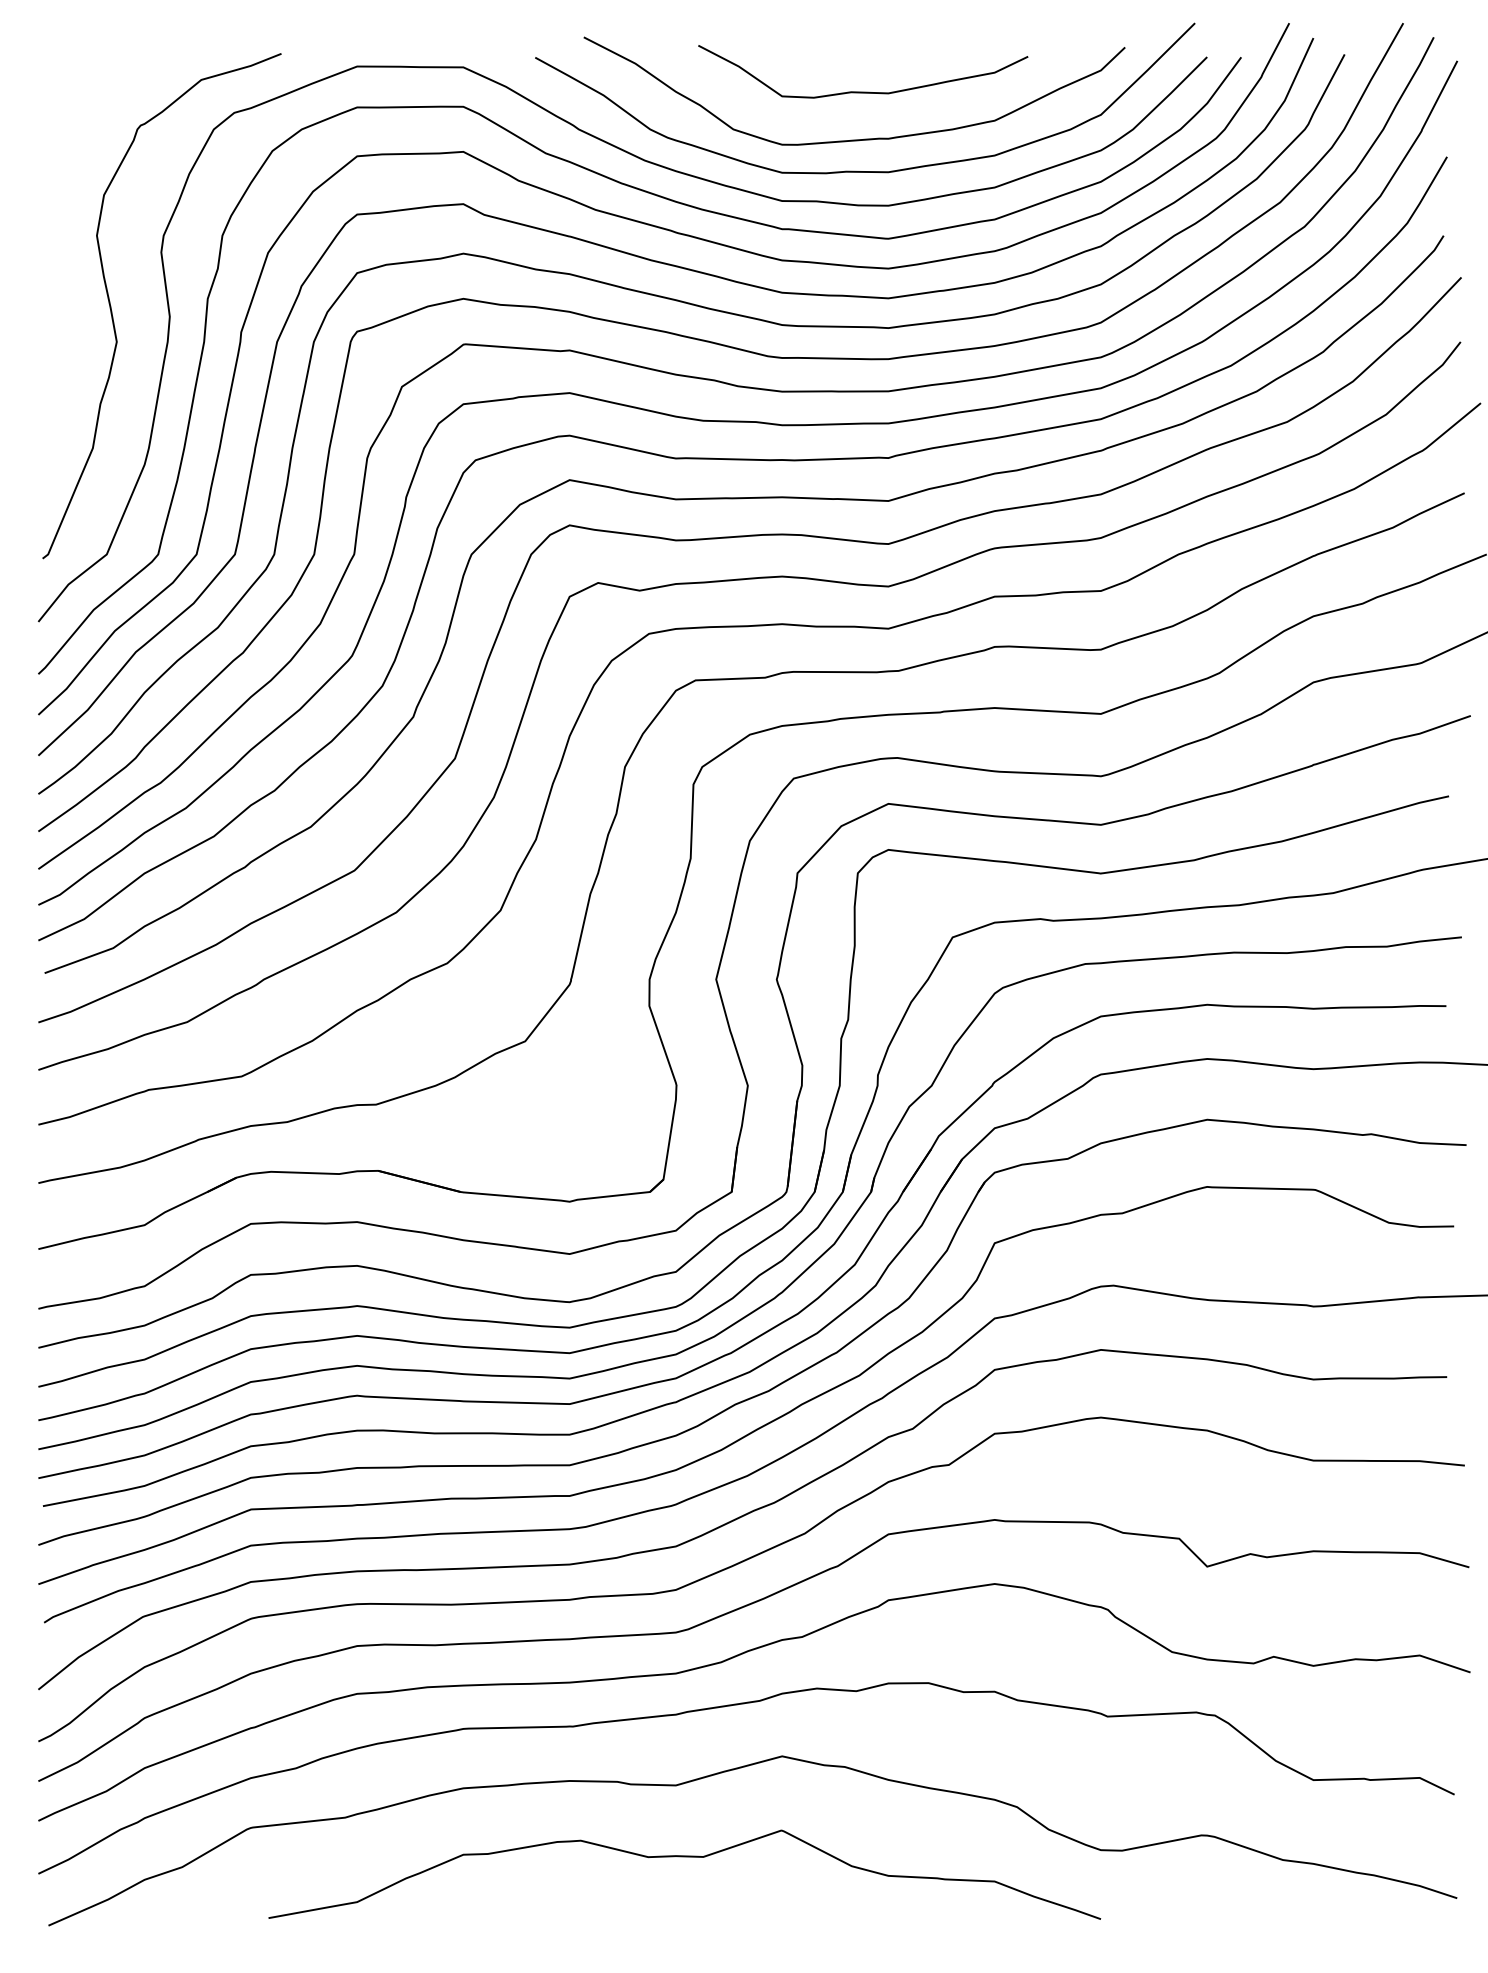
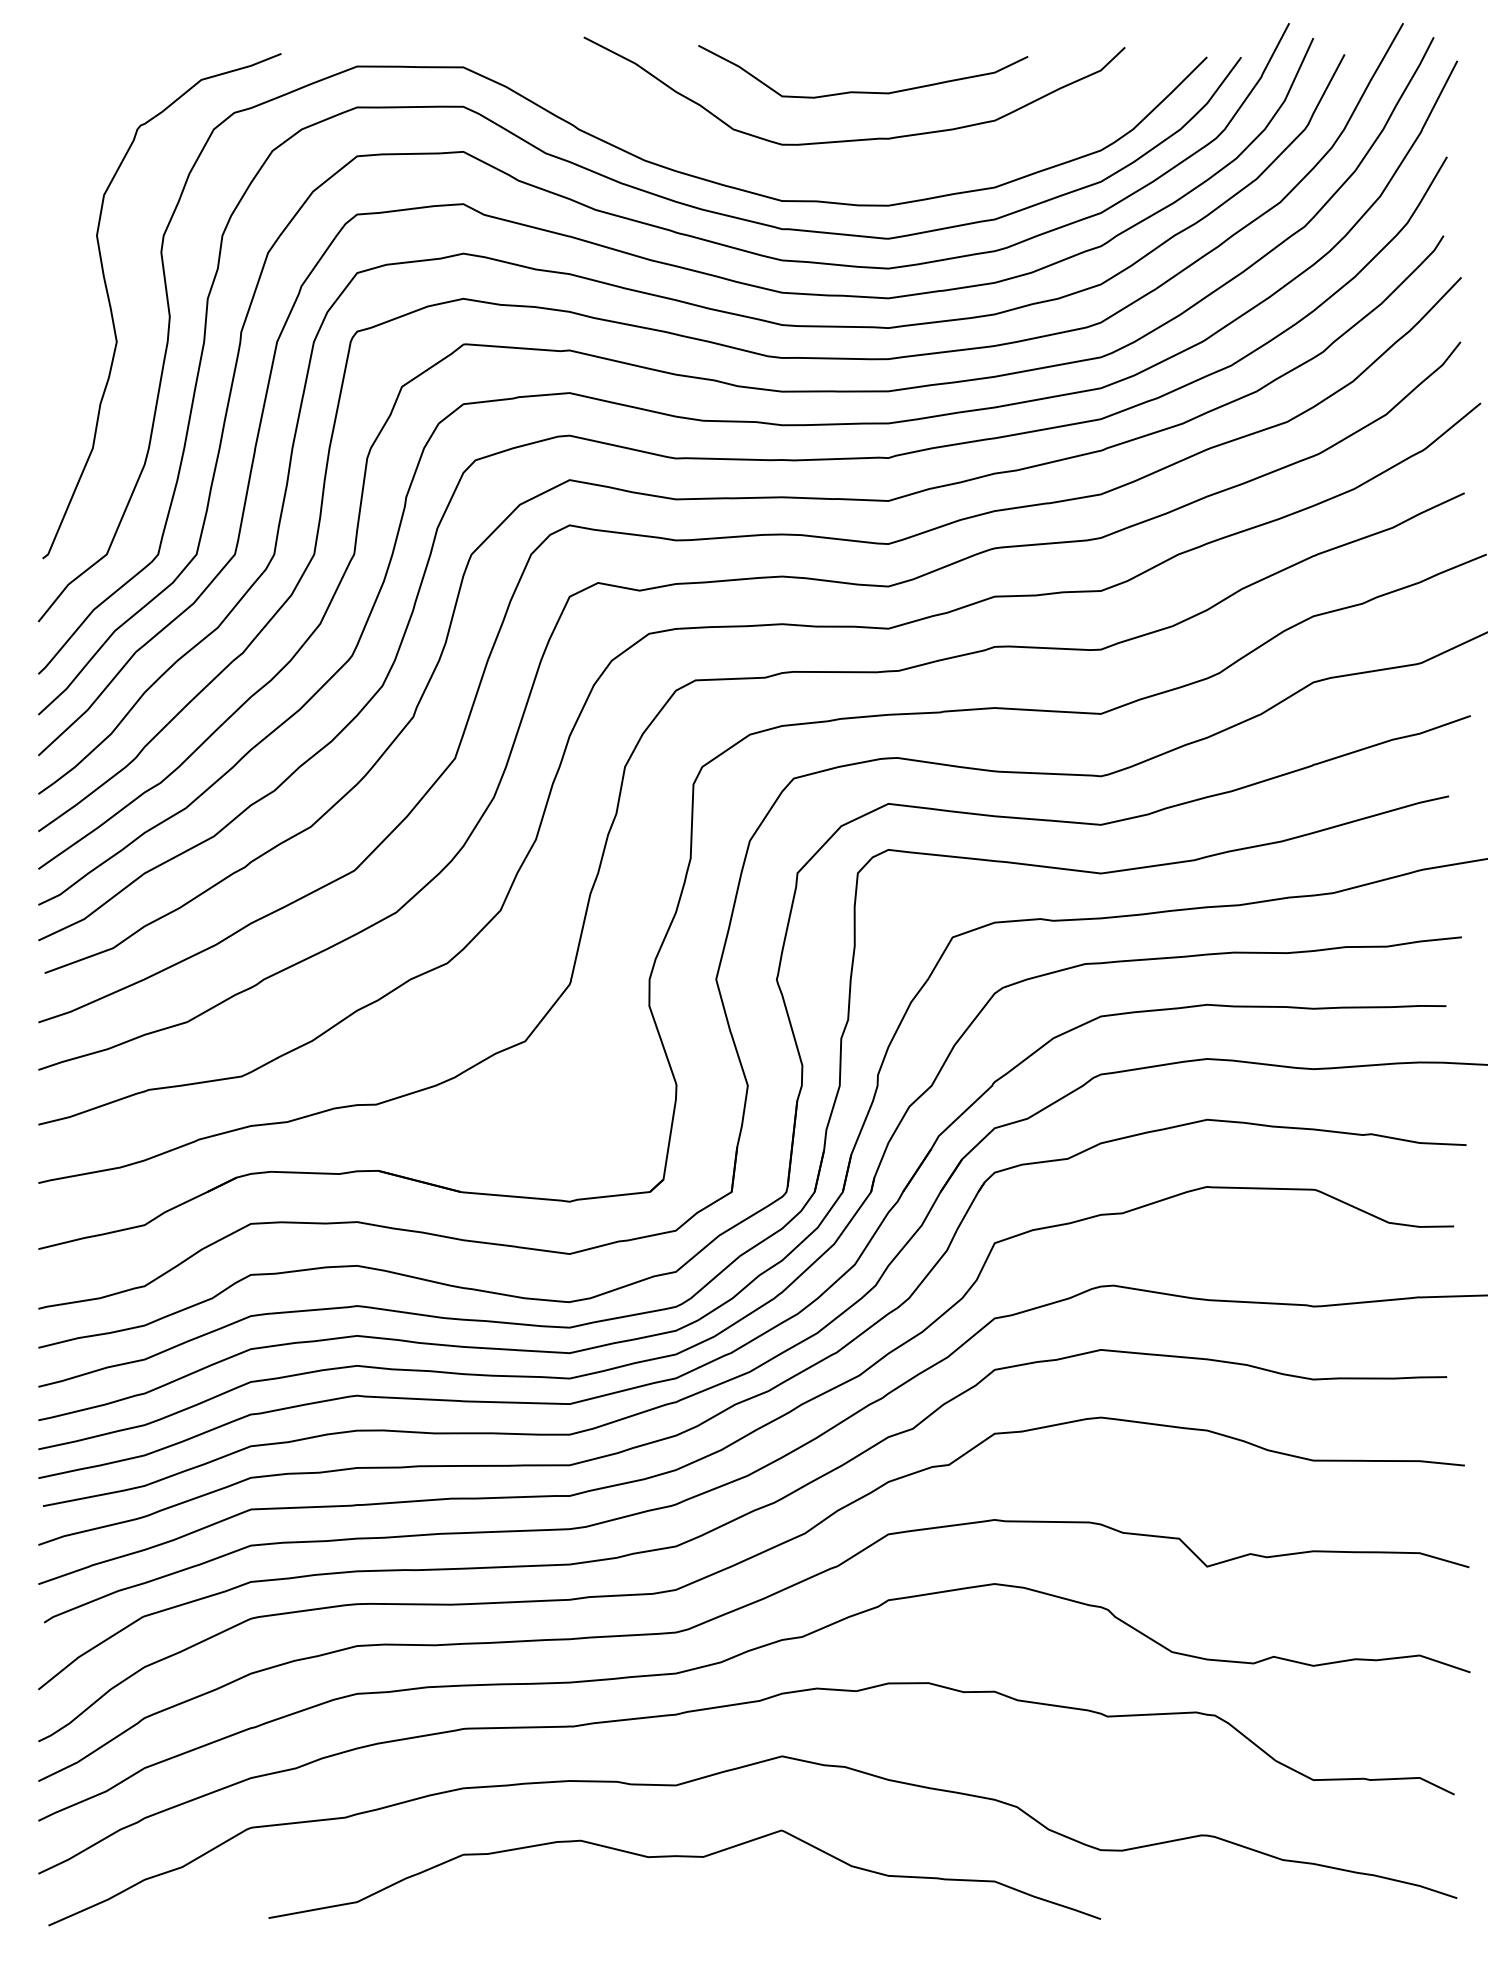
curve at (855, 170): present -> none
